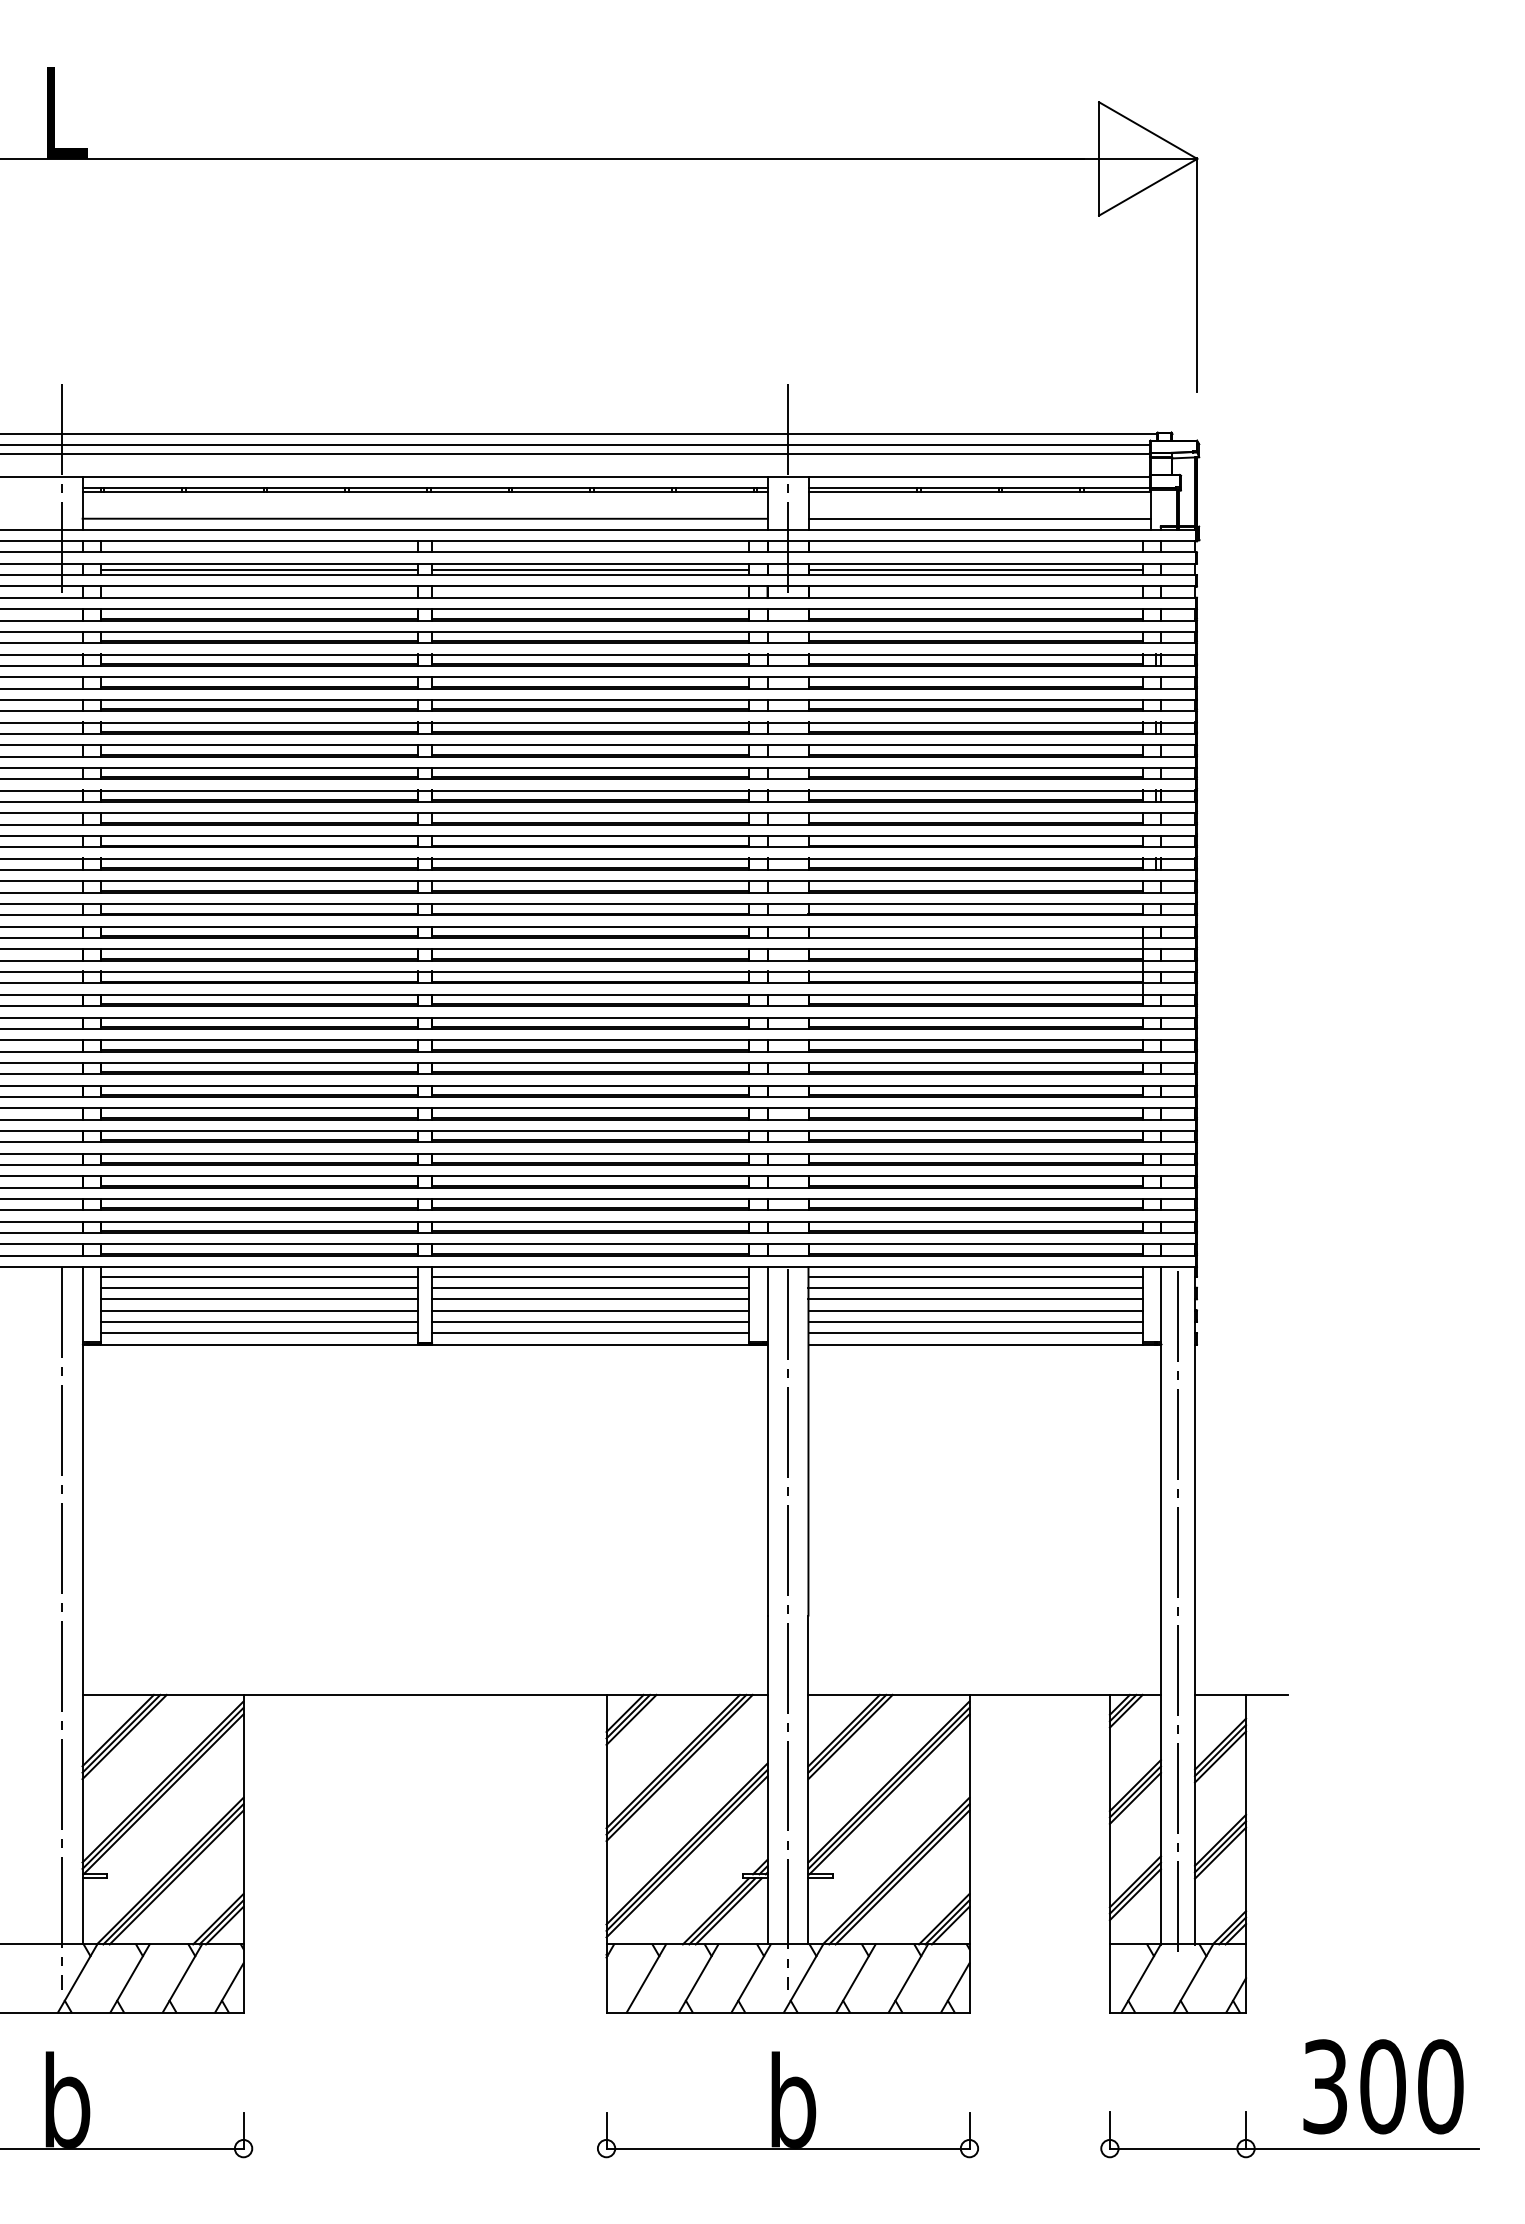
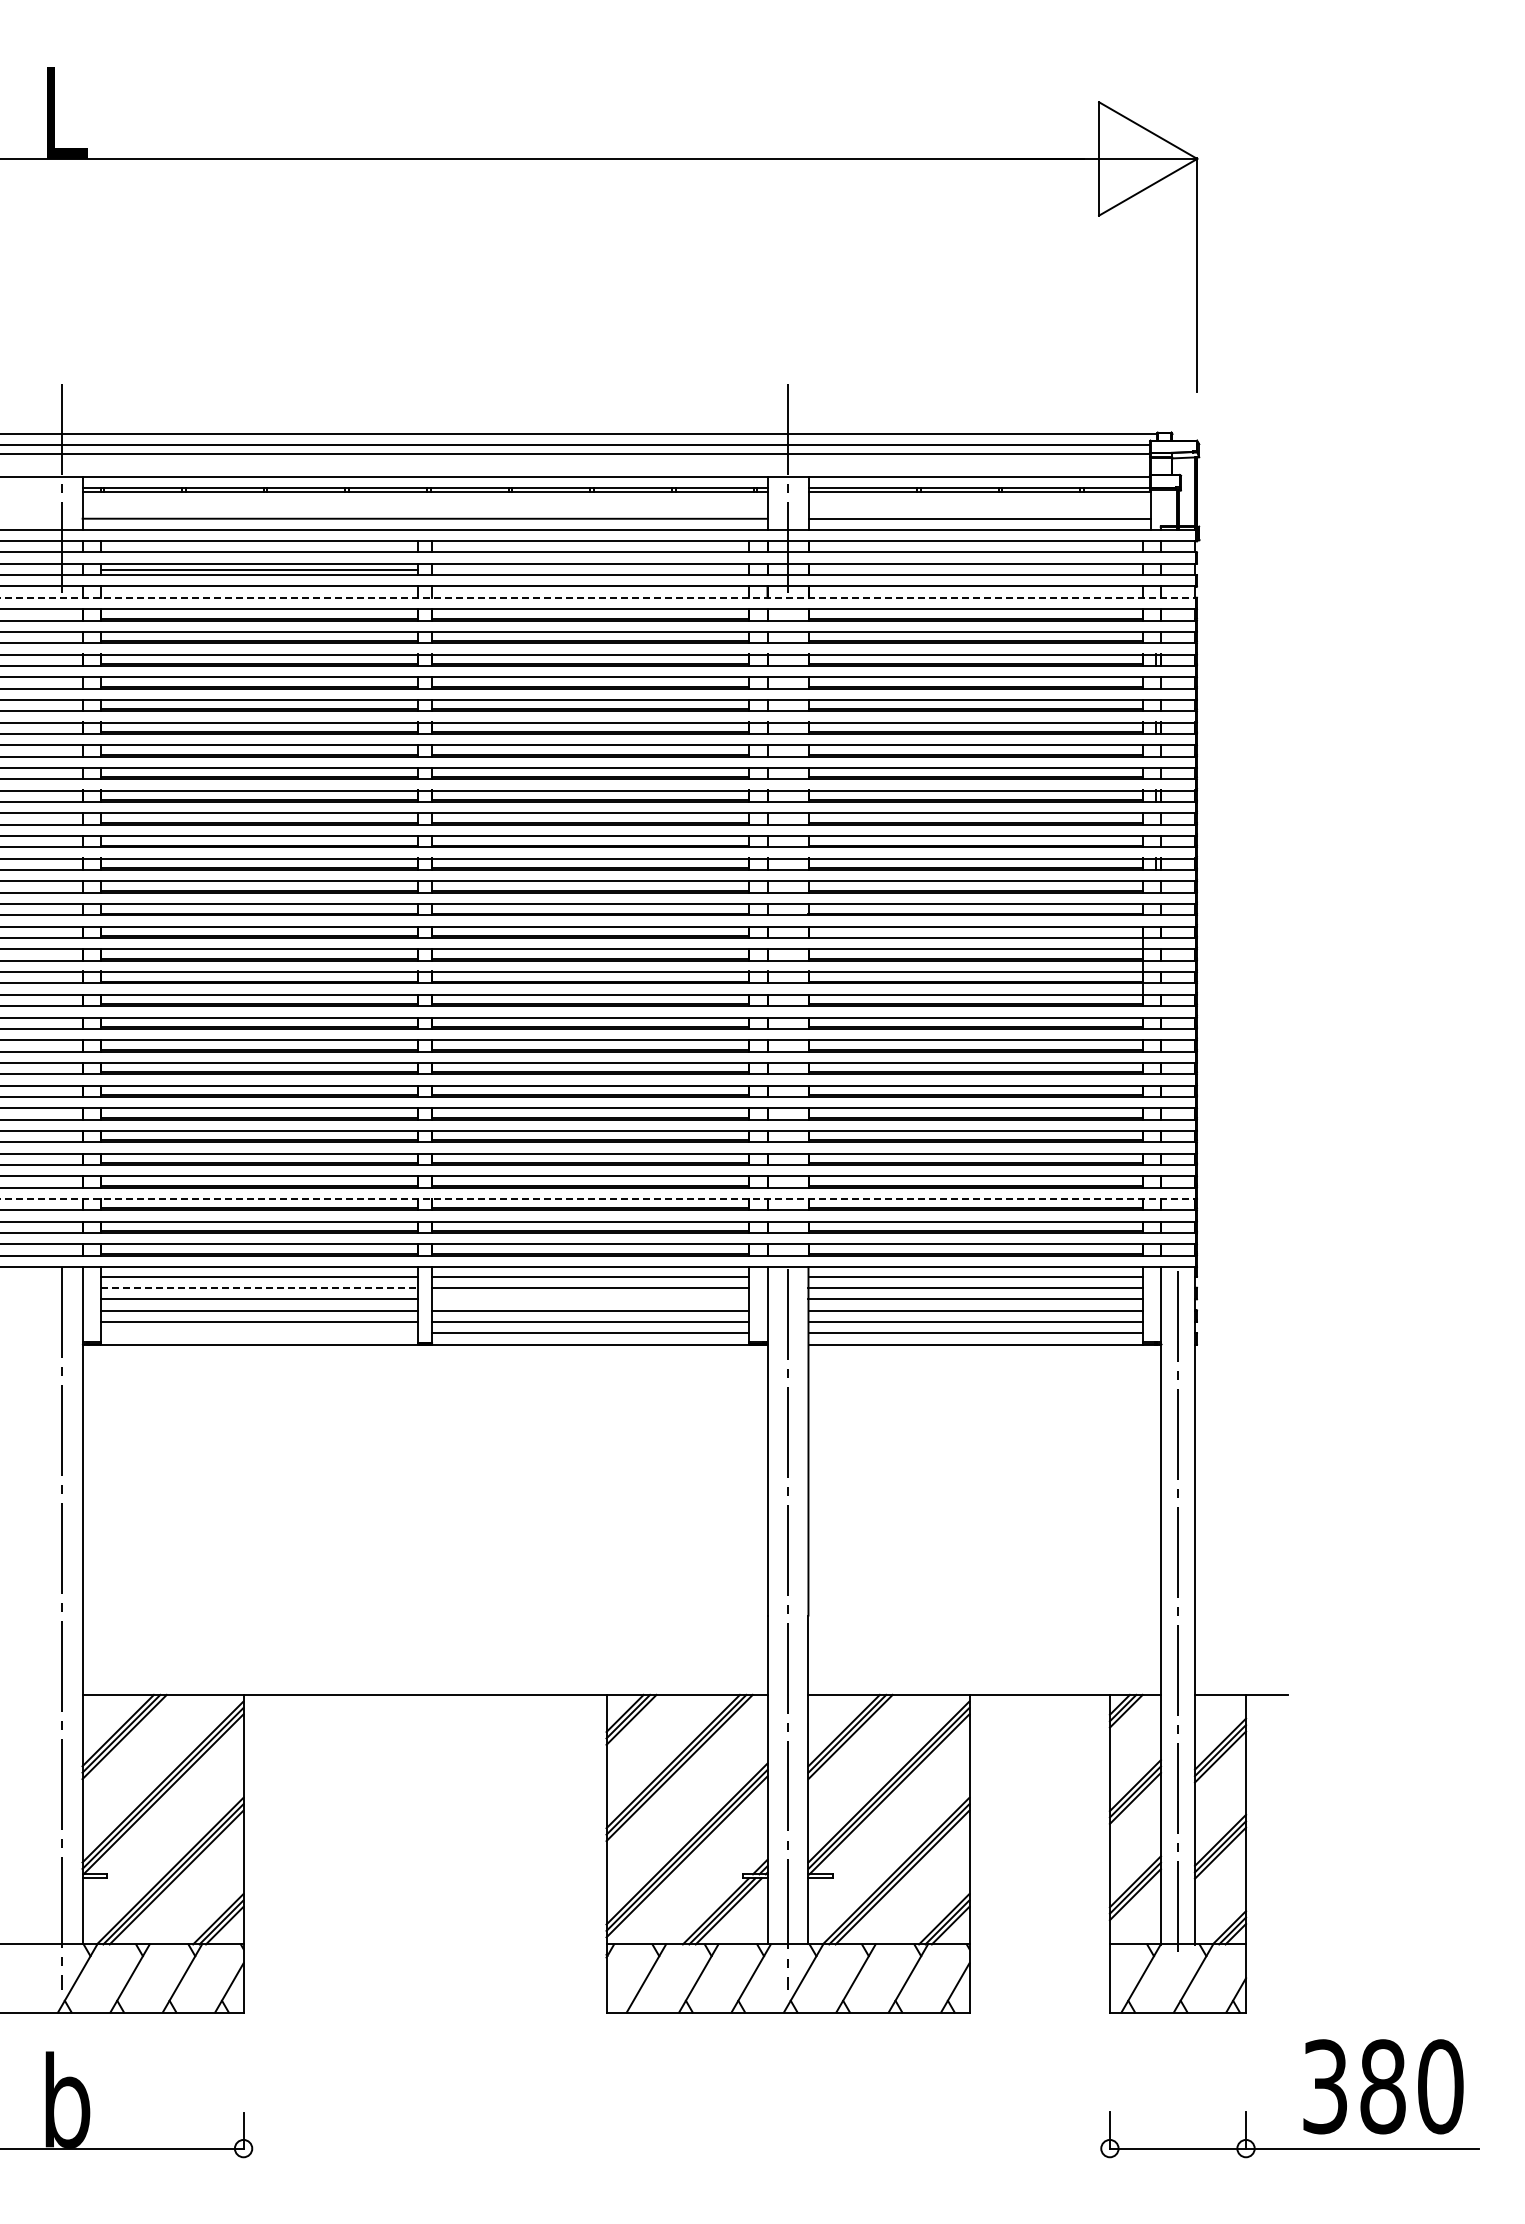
line at (590, 570): present -> none
line at (975, 570): present -> none
line at (598, 597): solid -> dashed
line at (598, 1198): solid -> dashed
line at (259, 1287): solid -> dashed
line at (590, 1299): present -> none
line at (259, 1333): present -> none
text at (1382, 2086): 300 -> 380
part at (787, 2104): present -> none
